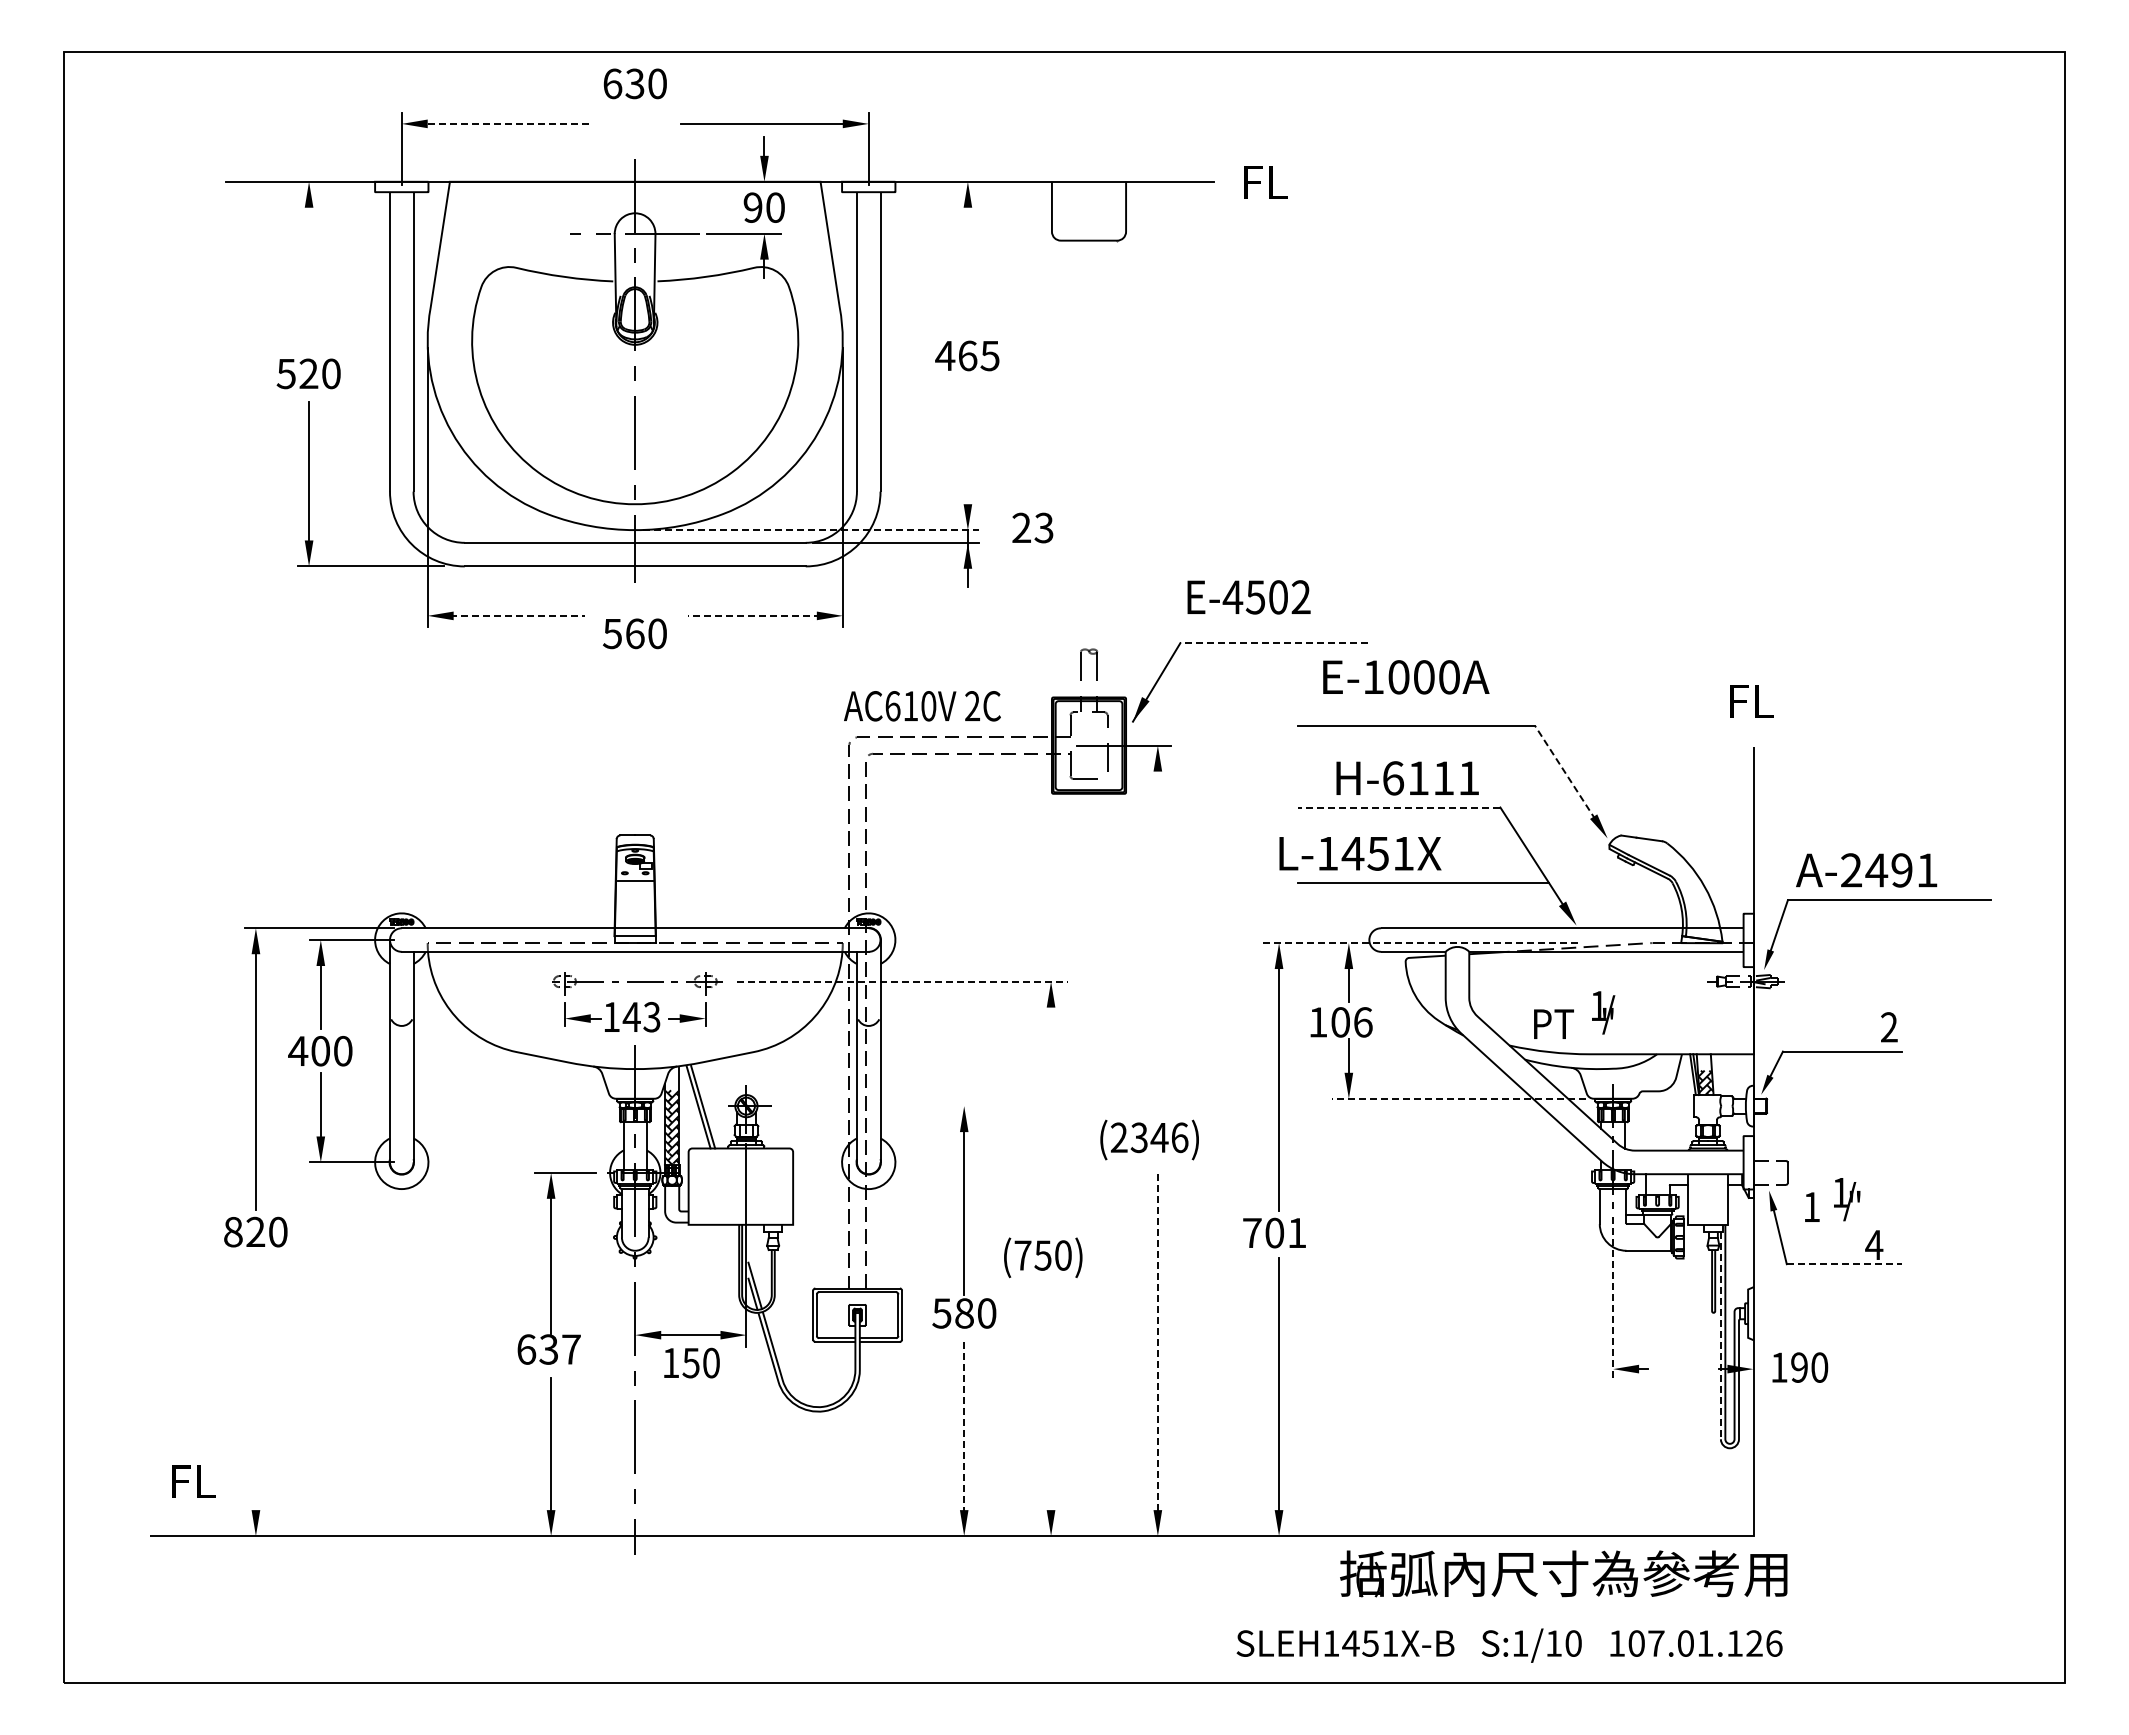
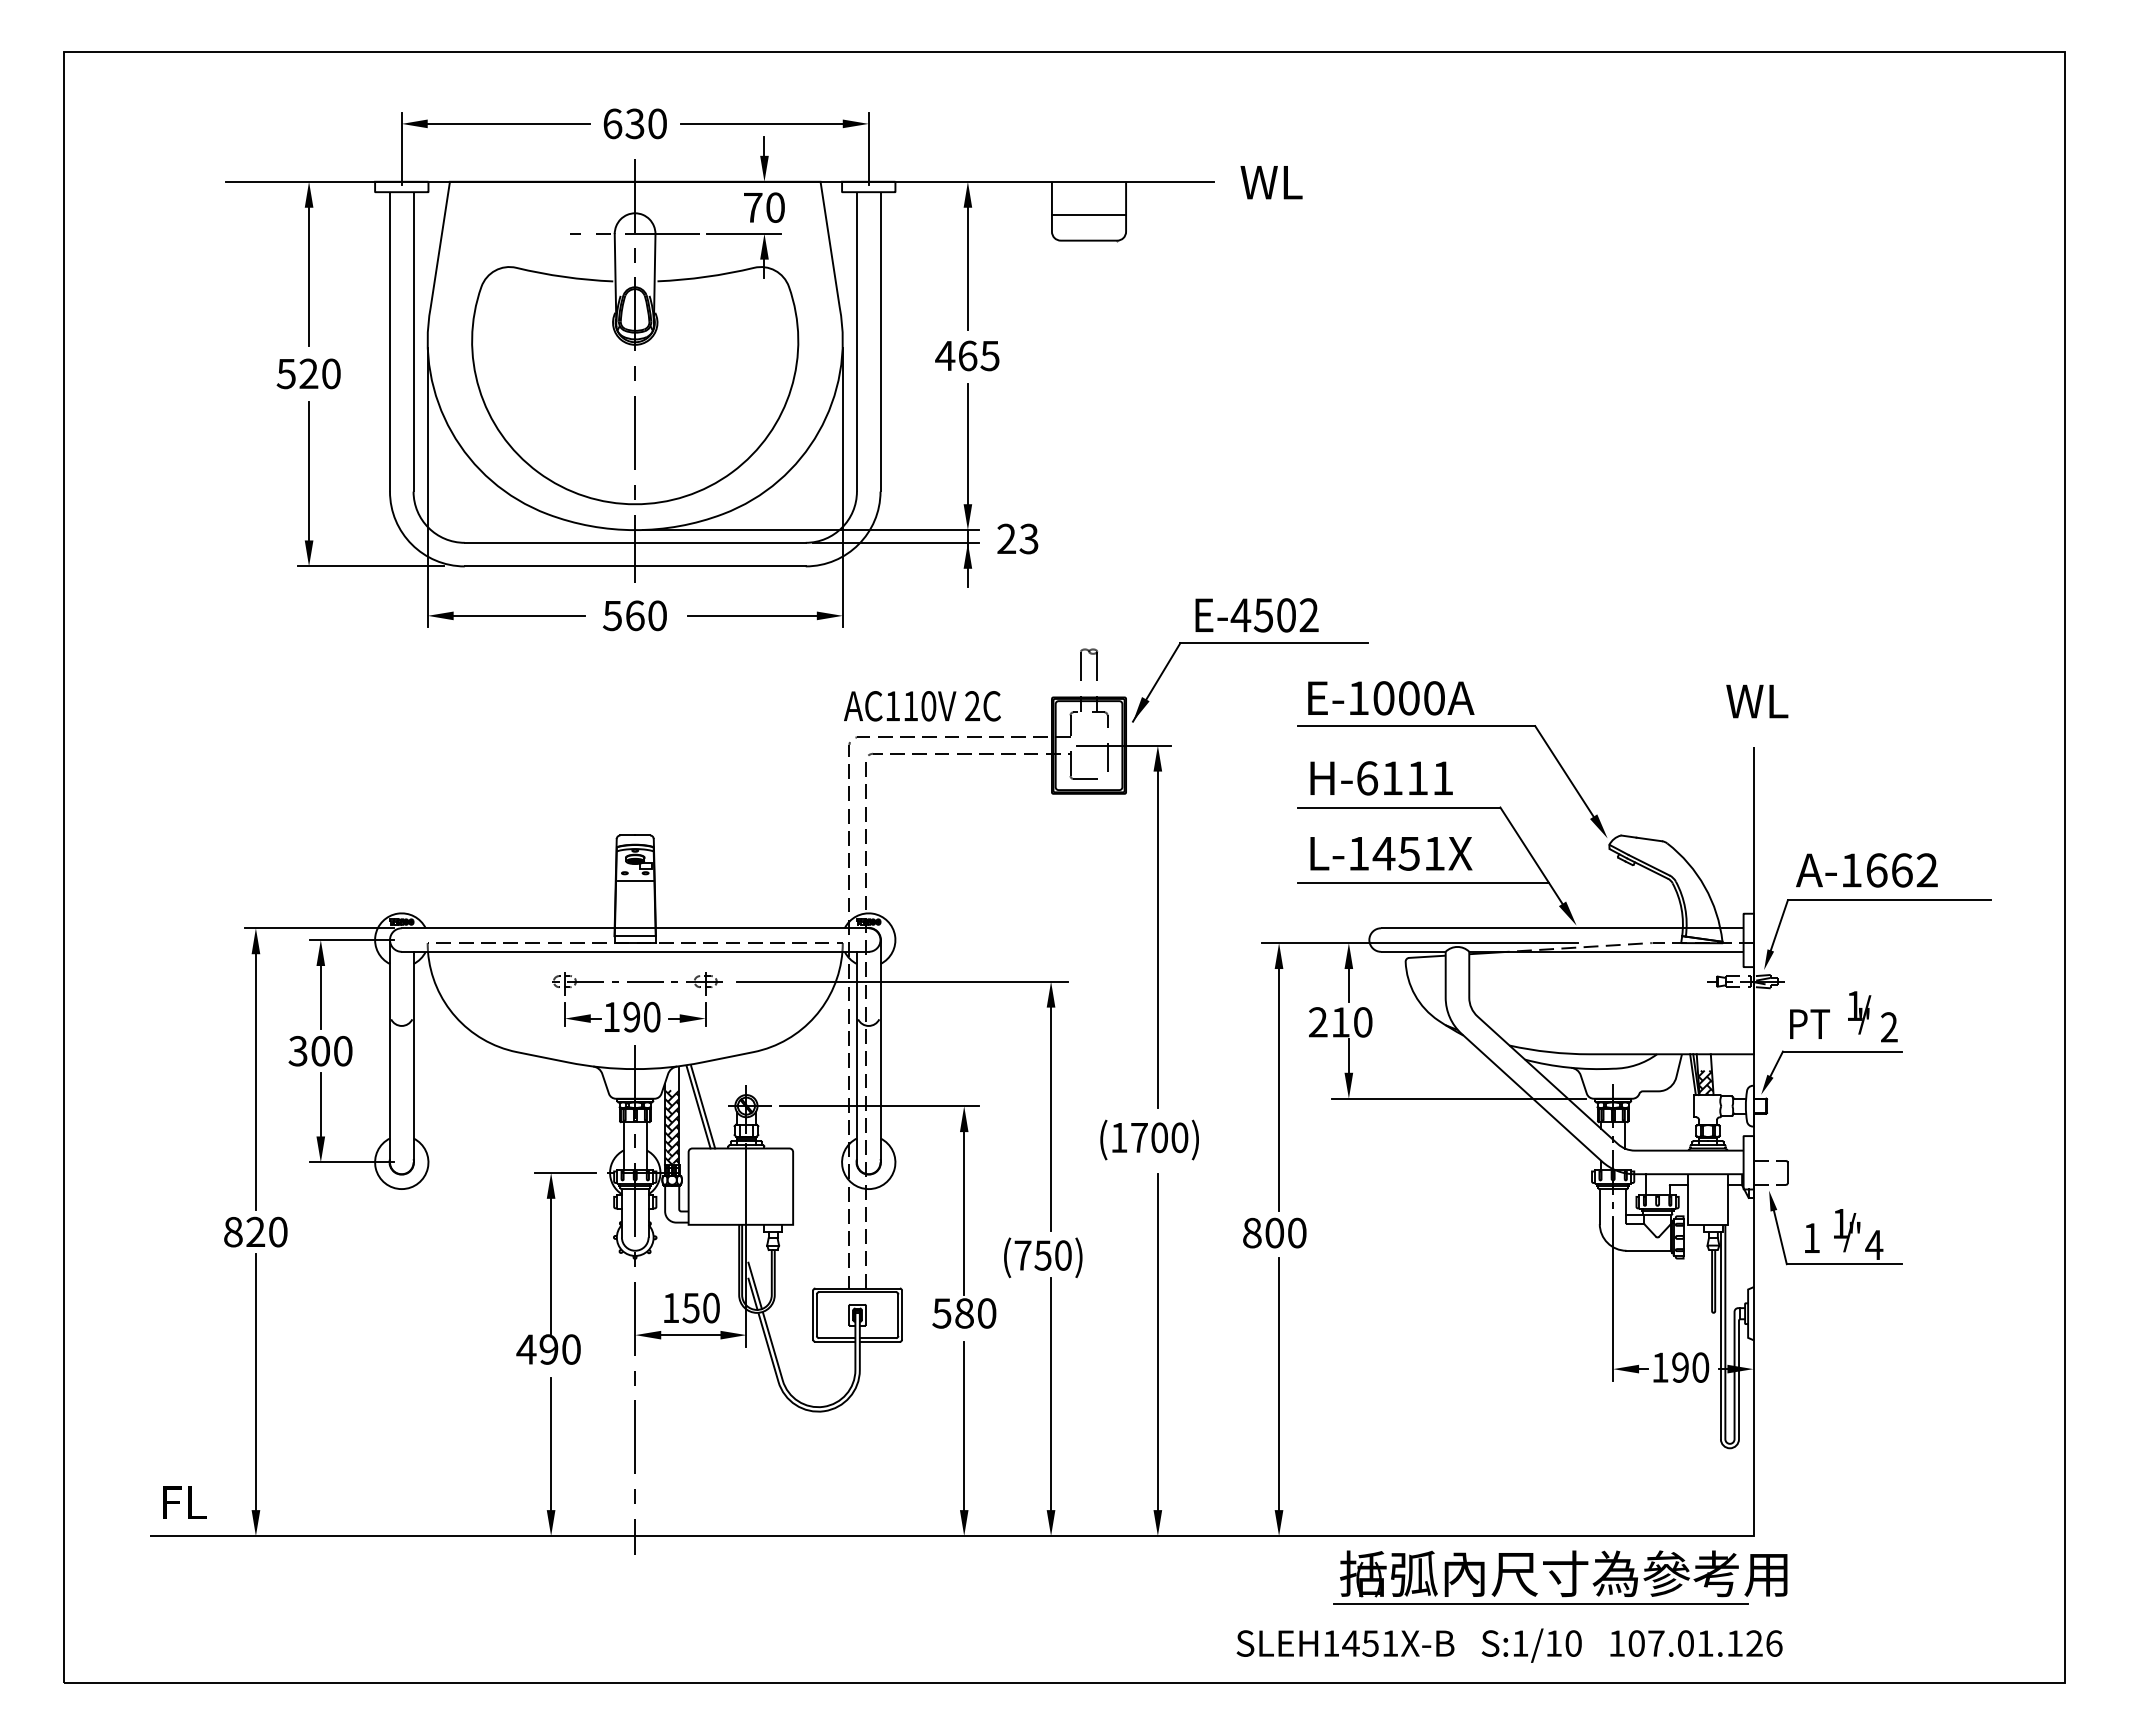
text at (634, 83) position: (634, 83) -> (634, 123)
line at (508, 123): dashed -> solid
text at (1271, 182): FL -> WL
text at (752, 207): 90 -> 70
line at (1088, 215): none -> present
line at (967, 266): none -> present
line at (309, 276): none -> present
line at (967, 445): none -> present
text at (1032, 527) position: (1032, 527) -> (1017, 538)
line at (811, 530): dashed -> solid
text at (1248, 597) position: (1248, 597) -> (1256, 615)
line at (517, 615): dashed -> solid
line at (753, 615): dashed -> solid
text at (634, 633) position: (634, 633) -> (634, 615)
line at (1274, 643): dashed -> solid
text at (1406, 677) position: (1406, 677) -> (1391, 698)
text at (1757, 701): FL -> WL
text at (892, 706): AC610V -> AC110V
line at (1565, 772): dashed -> solid
text at (1407, 778) position: (1407, 778) -> (1381, 778)
line at (1398, 807): dashed -> solid
text at (1360, 853) position: (1360, 853) -> (1391, 853)
text at (1889, 870): A-2491 -> A-1662
line at (1157, 937): none -> present
line at (1419, 943): dashed -> solid
line at (902, 981): dashed -> solid
text at (1574, 1014) position: (1574, 1014) -> (1830, 1014)
text at (641, 1016): 143 -> 190
text at (1340, 1022): 106 -> 210
text at (298, 1050): 400 -> 300
line at (1458, 1098): dashed -> solid
line at (879, 1106): none -> present
line at (1051, 1117): none -> present
text at (1149, 1137): 2346 -> 1700
text at (1832, 1199) position: (1832, 1199) -> (1832, 1230)
text at (1274, 1232): 701 -> 800
line at (1844, 1264): dashed -> solid
line at (1613, 1299): dashed -> solid
line at (1720, 1335): dashed -> solid
line at (1157, 1344): dashed -> solid
text at (548, 1349): 637 -> 490
text at (691, 1362) position: (691, 1362) -> (691, 1307)
text at (1800, 1367) position: (1800, 1367) -> (1681, 1367)
line at (255, 1382): none -> present
line at (1051, 1395): none -> present
line at (964, 1427): dashed -> solid
text at (193, 1481) position: (193, 1481) -> (184, 1502)
line at (1540, 1603): none -> present
